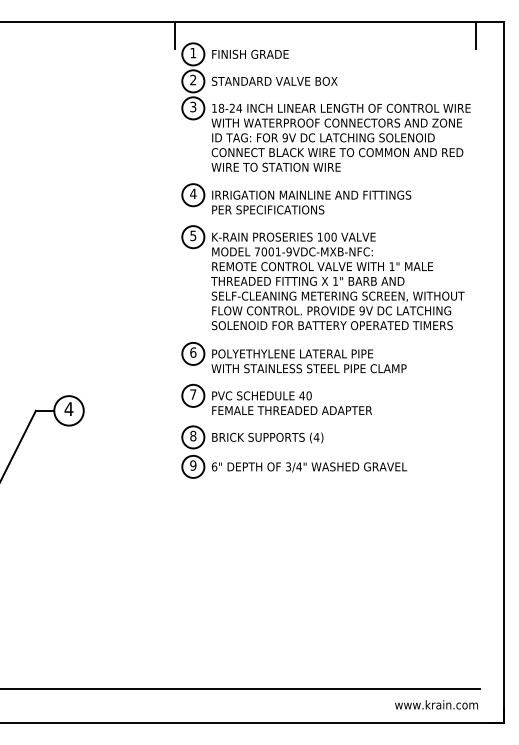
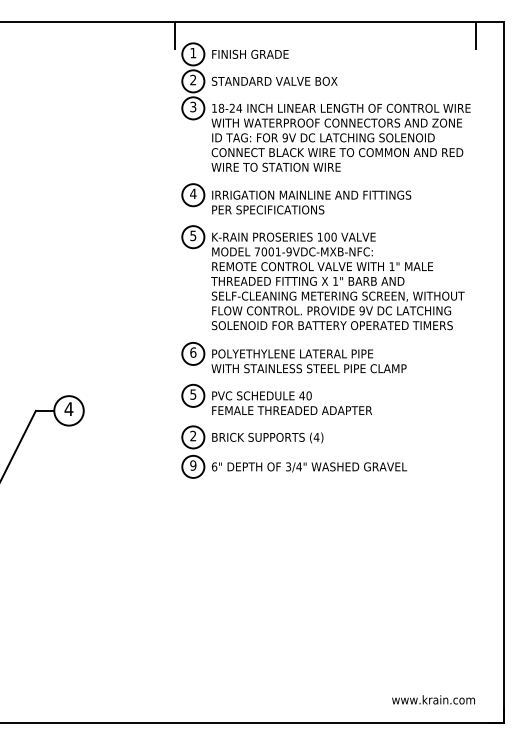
text at (193, 394): 7 -> 5
text at (193, 436): 8 -> 2
line at (241, 689): present -> none
text at (436, 704) position: (436, 704) -> (433, 699)
